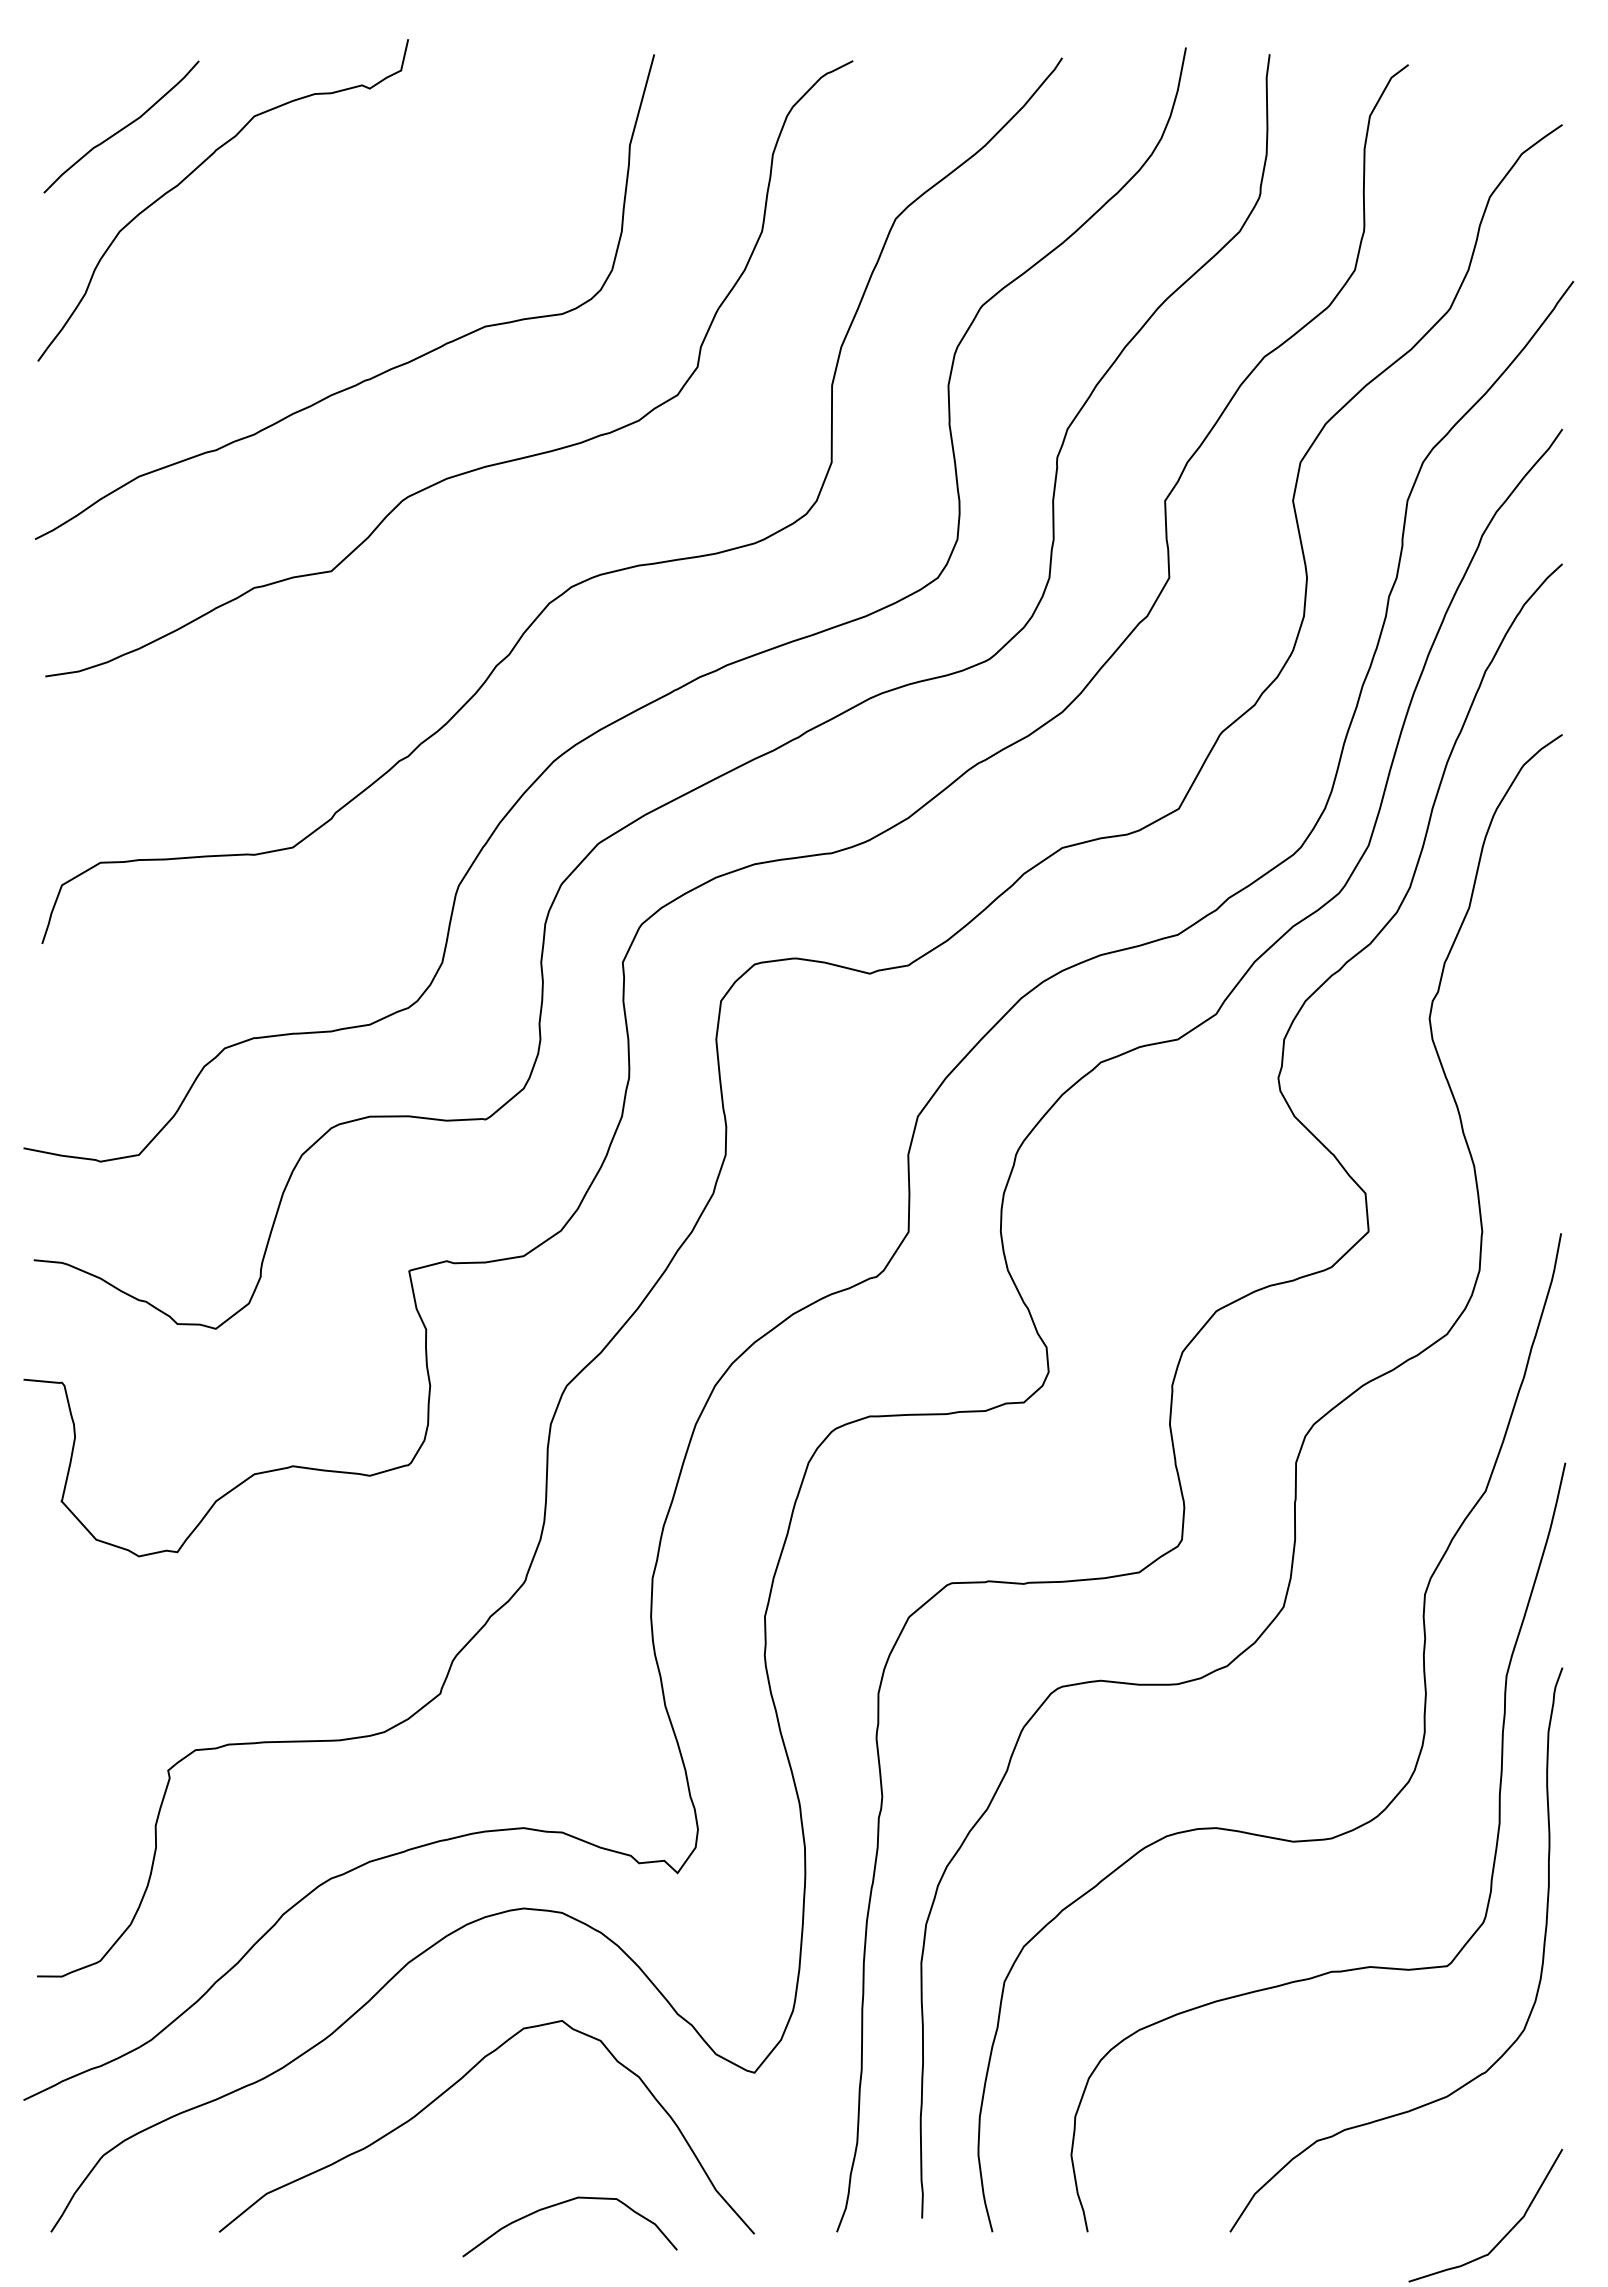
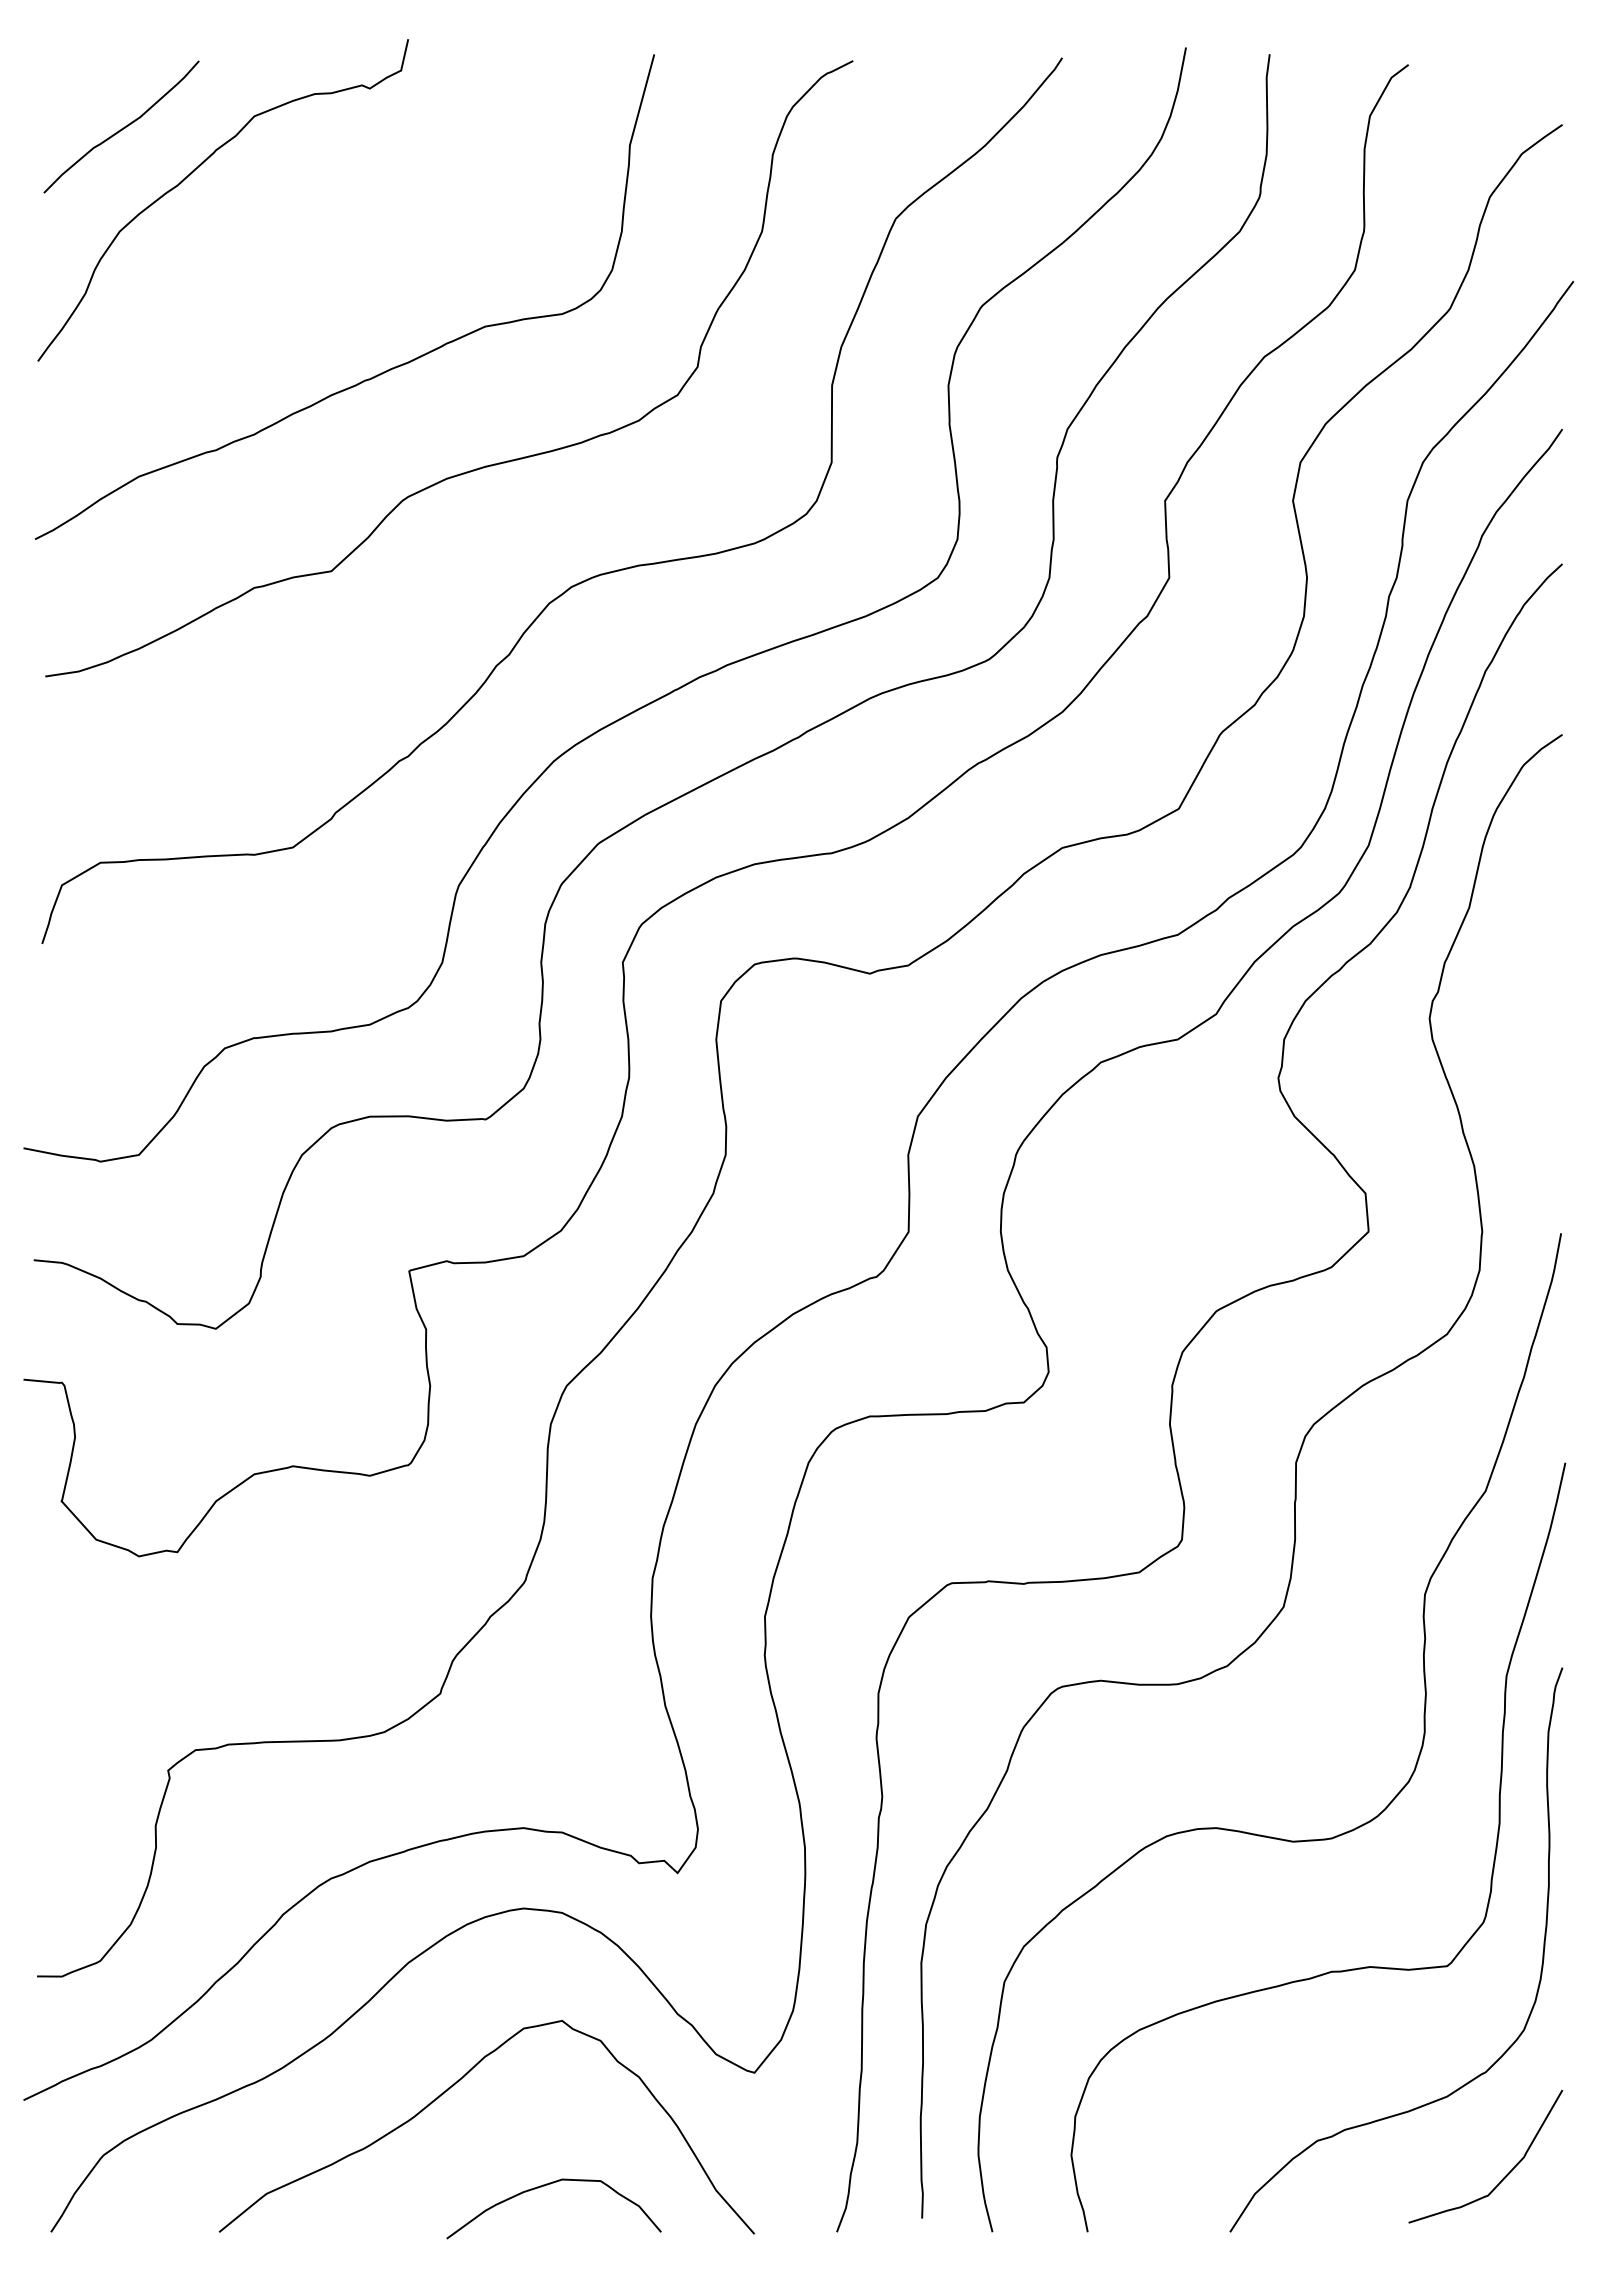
curve at (563, 2203) position: (563, 2203) -> (547, 2185)
curve at (1505, 2234) position: (1505, 2234) -> (1505, 2175)
